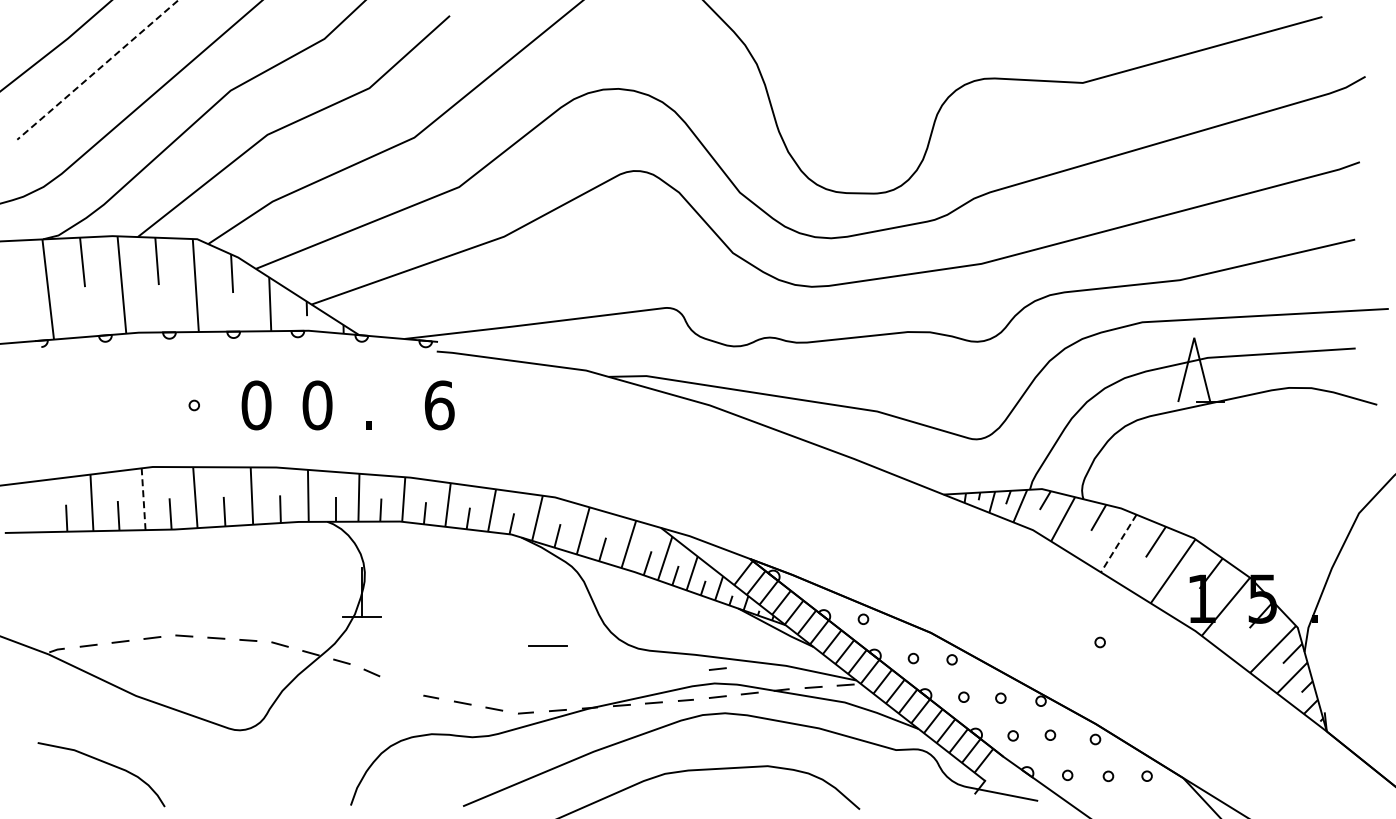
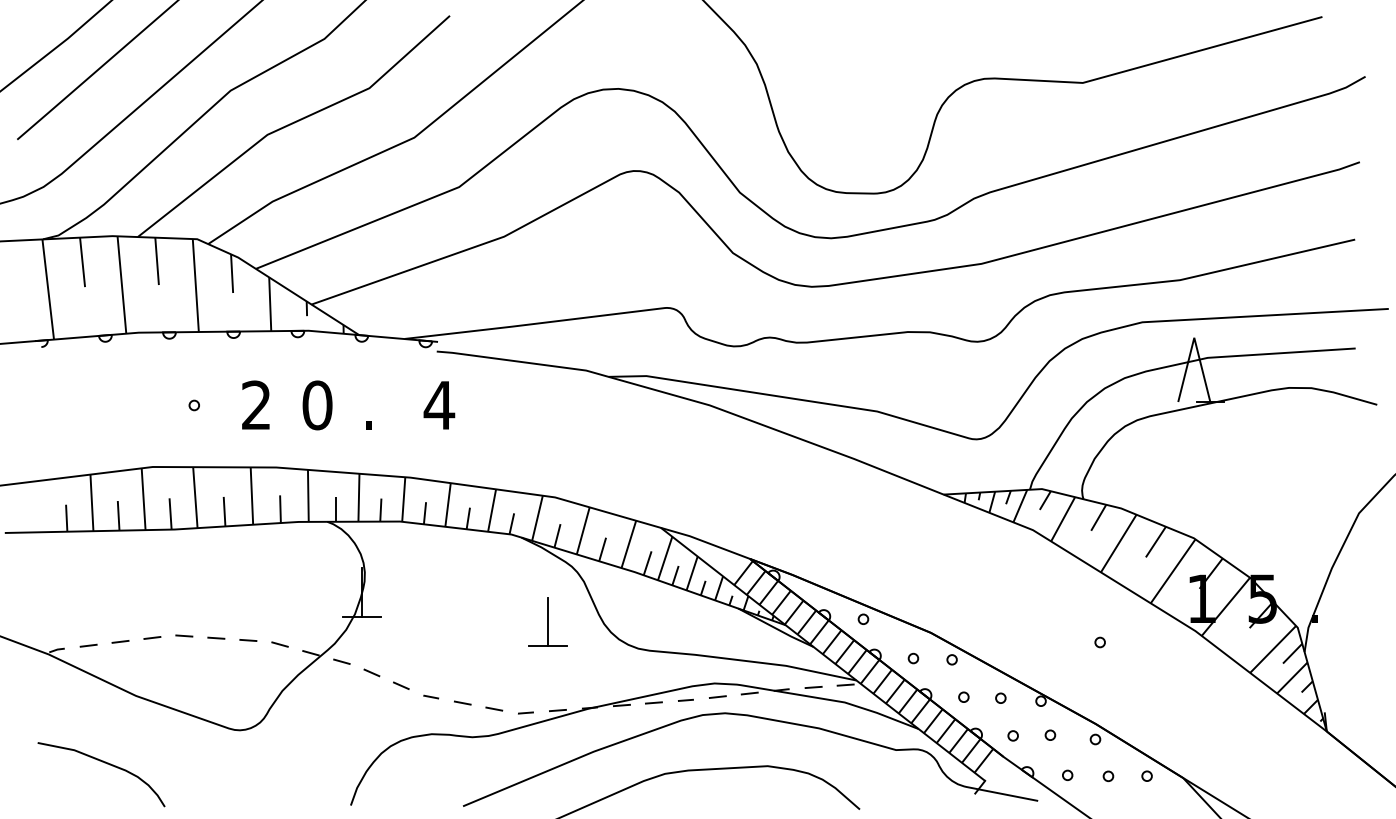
line at (97, 70): dashed -> solid
text at (256, 405): 0 -> 2
text at (439, 405): 6 -> 4
line at (143, 498): dashed -> solid
line at (1118, 543): dashed -> solid
line at (548, 621): none -> present
line at (717, 668): present -> none
line at (401, 685): none -> present
